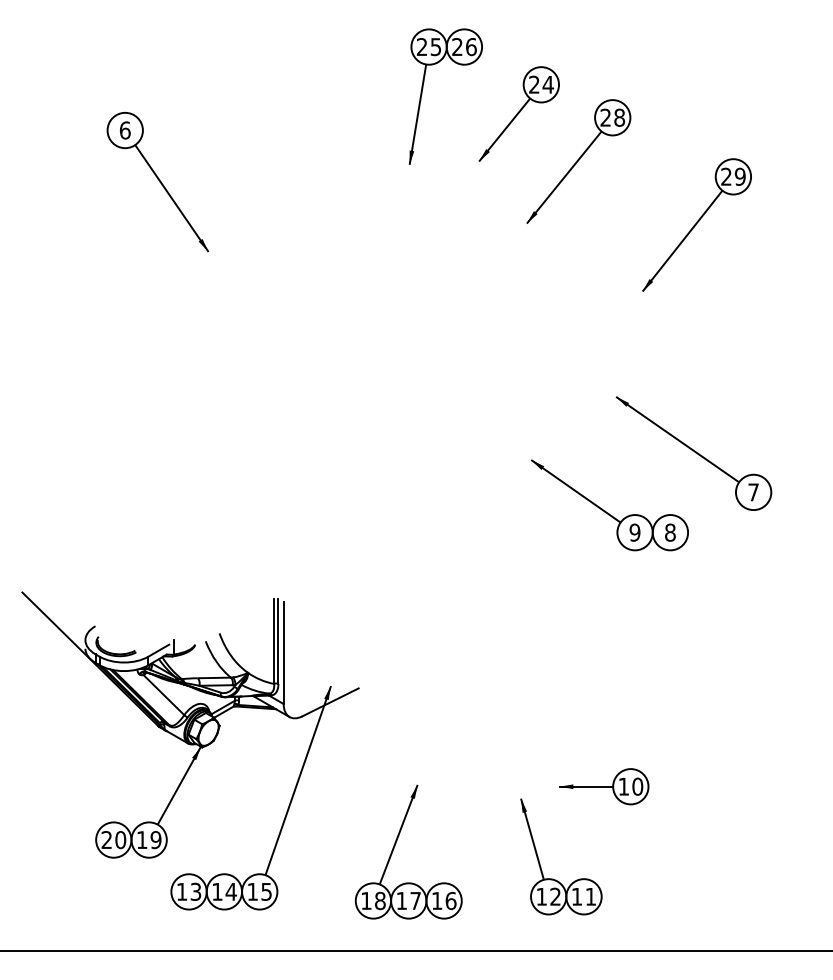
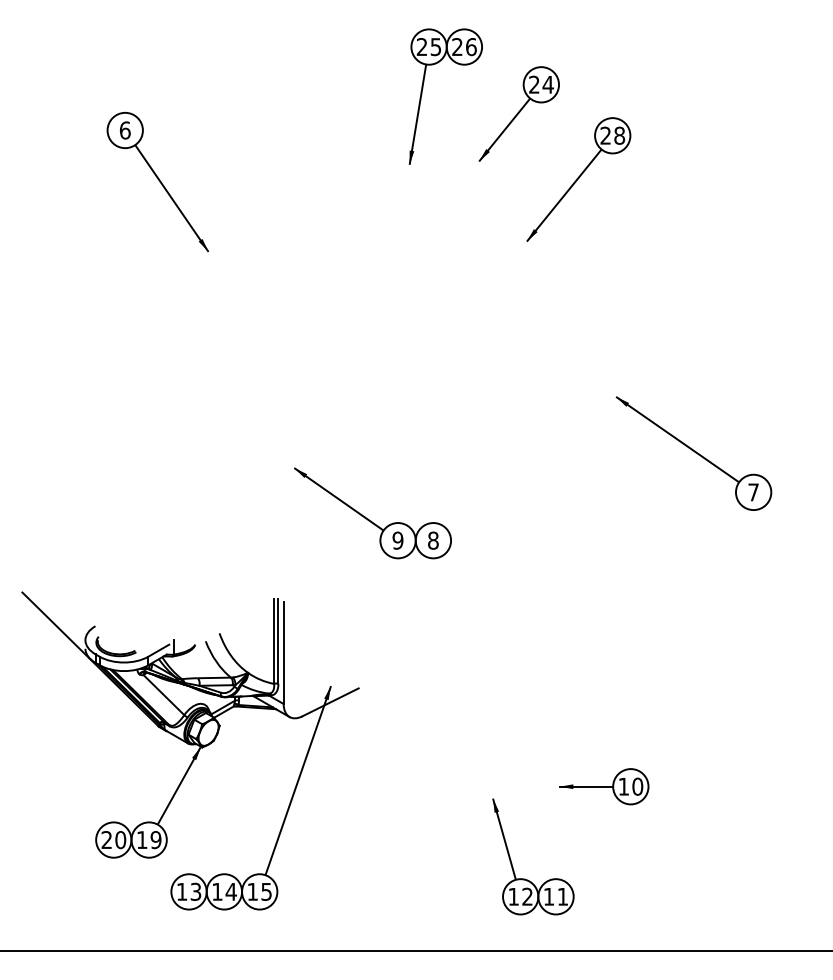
part at (578, 161) position: (578, 161) -> (578, 179)
part at (696, 224): present -> none
part at (605, 510) position: (605, 510) -> (368, 518)
part at (395, 846): present -> none
part at (540, 863) position: (540, 863) -> (512, 863)
